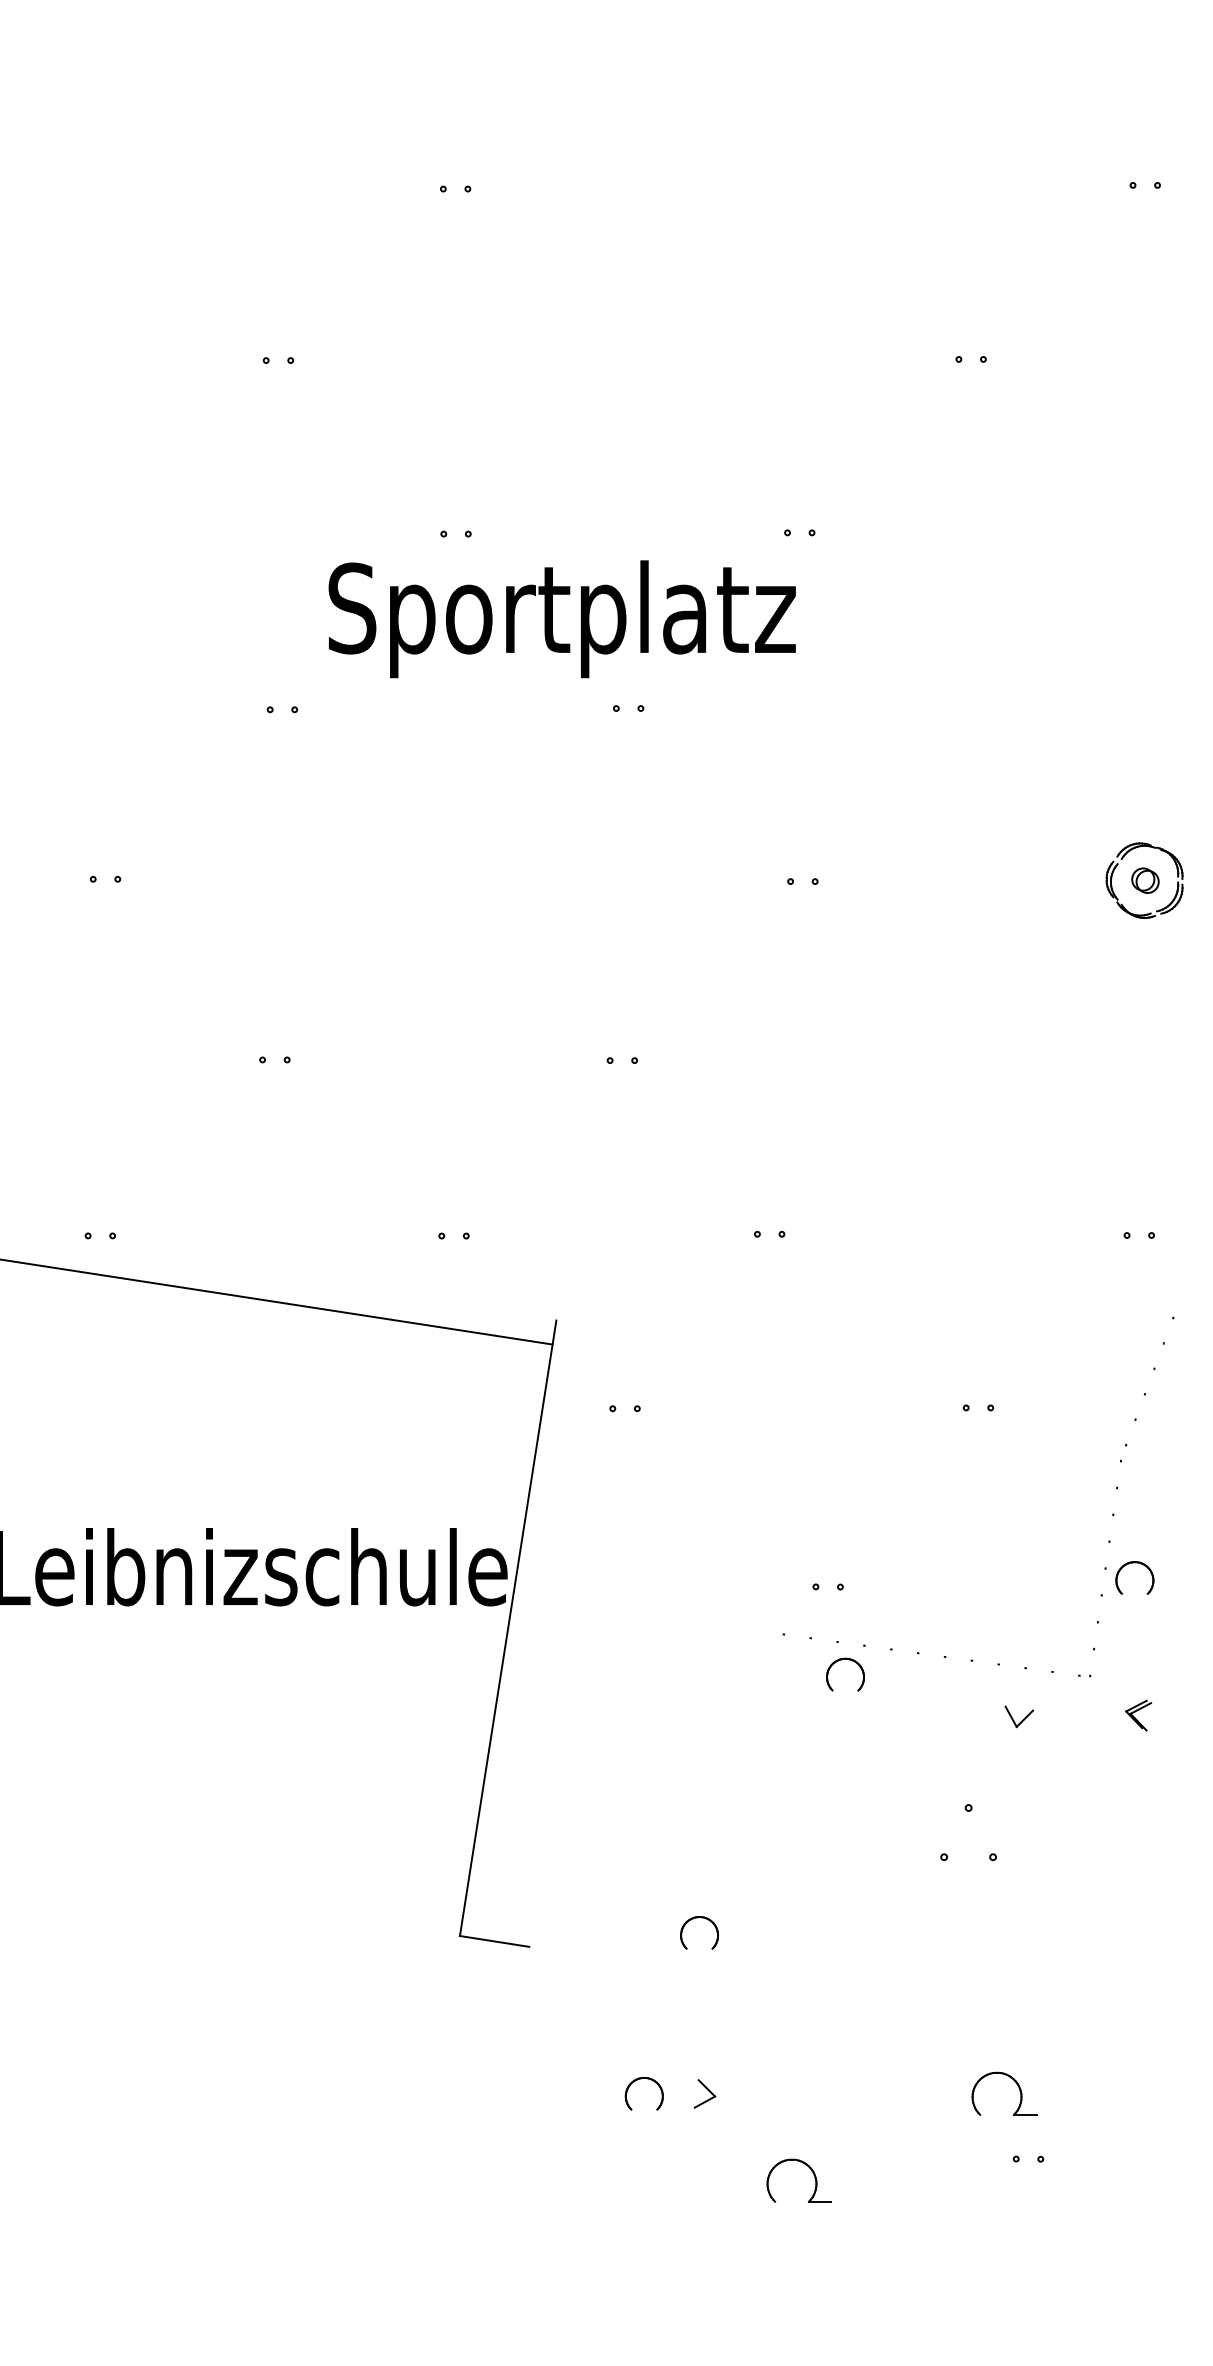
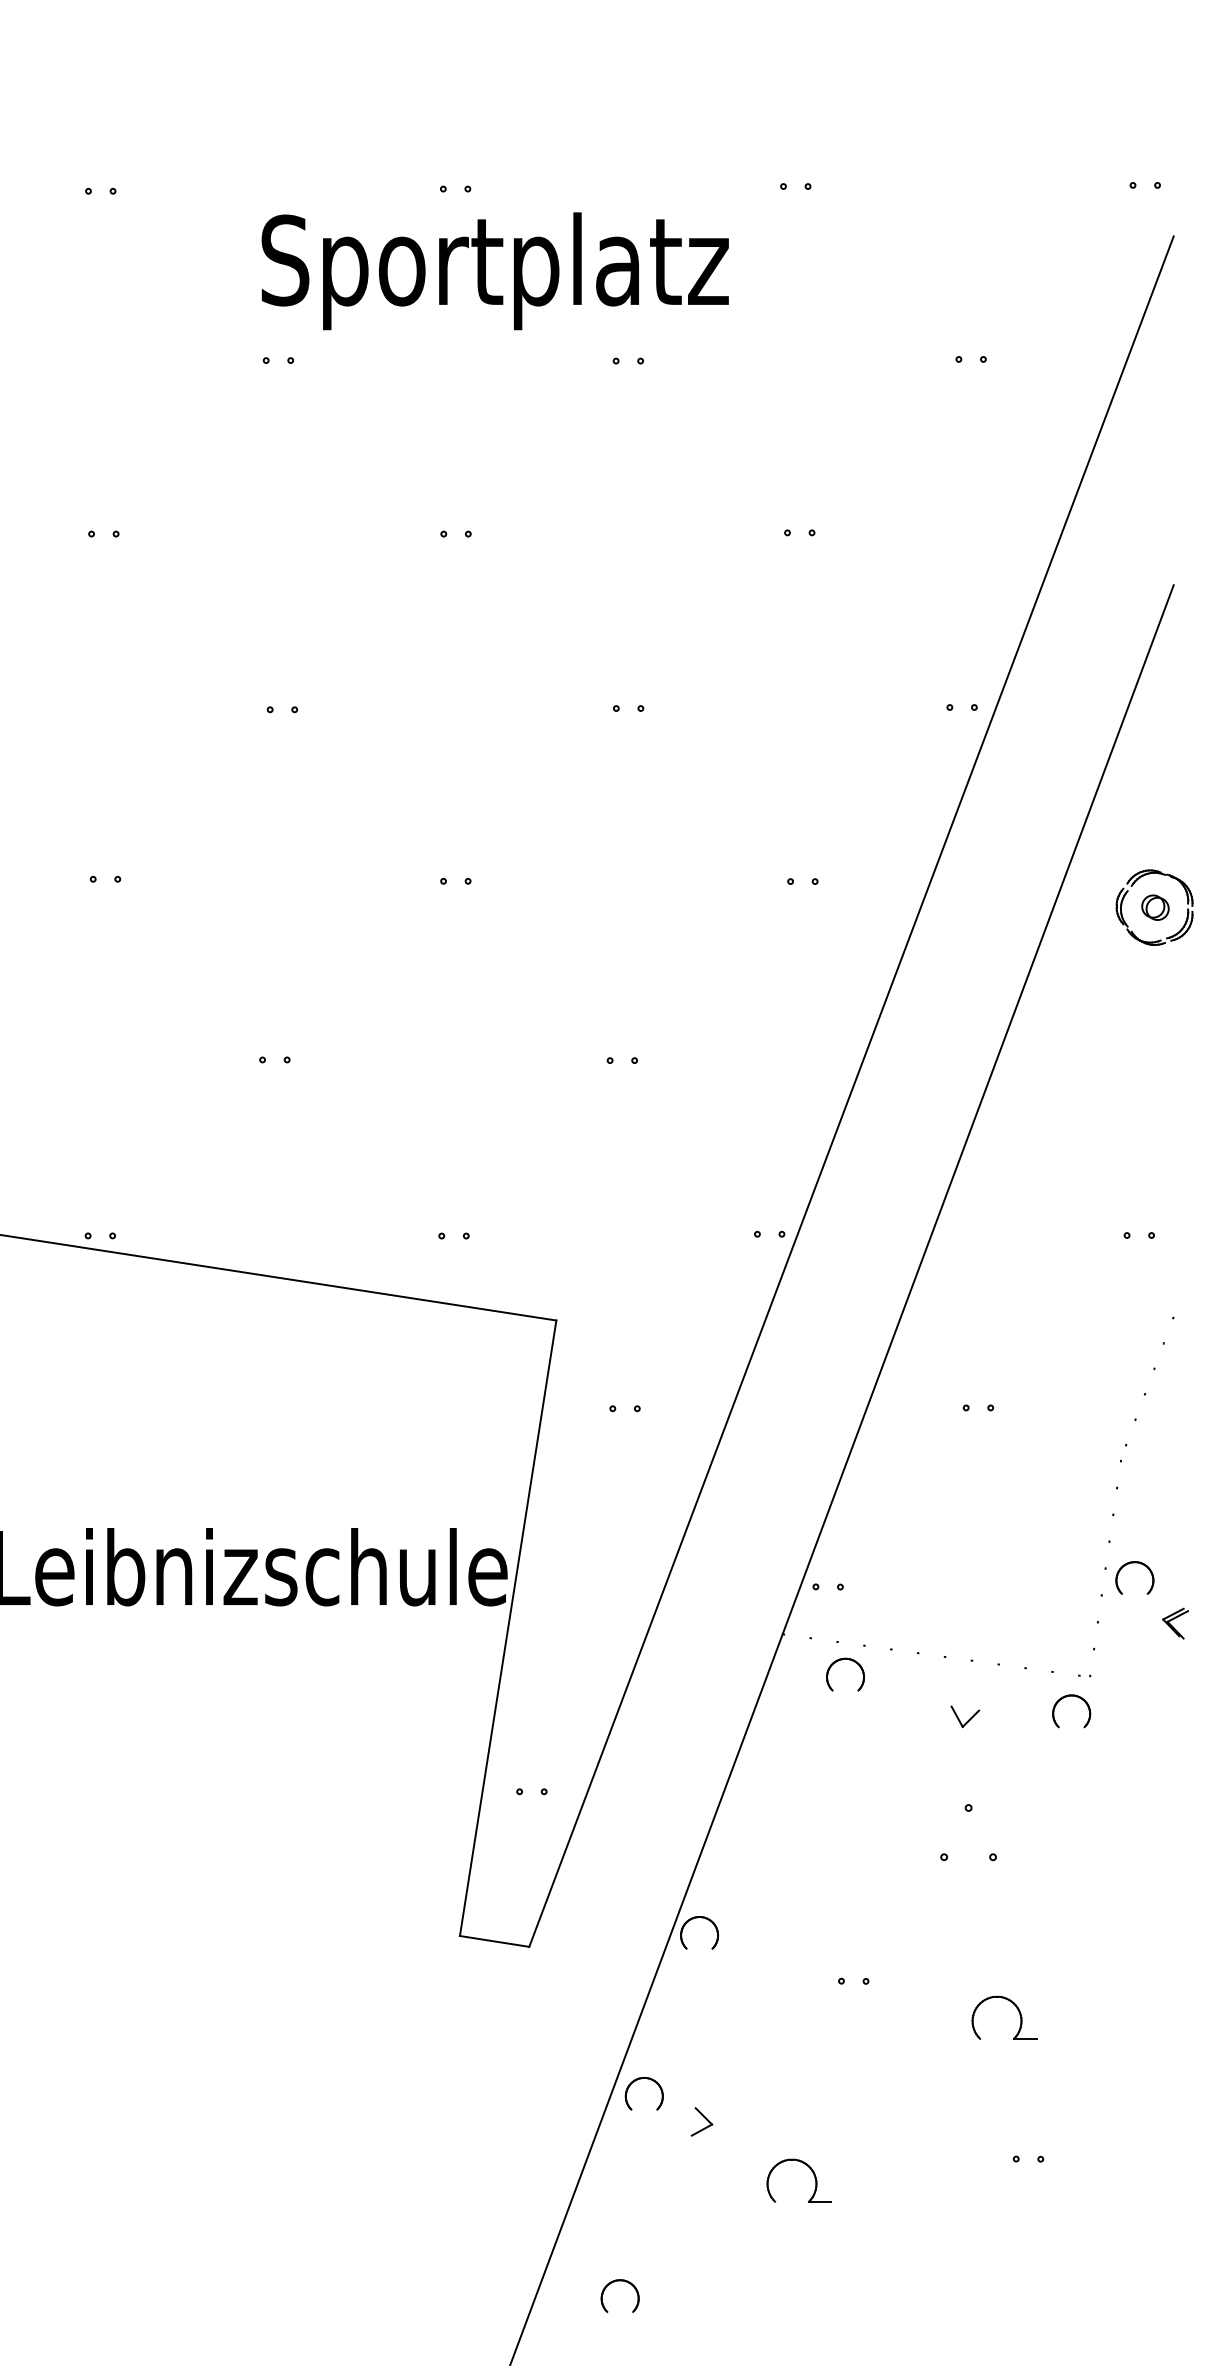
part at (786, 186): none -> present
part at (91, 190): none -> present
part at (619, 360): none -> present
part at (94, 533): none -> present
text at (561, 619) position: (561, 619) -> (494, 271)
part at (953, 707): none -> present
part at (1144, 880) position: (1144, 880) -> (1154, 907)
part at (446, 881): none -> present
line at (851, 1091): none -> present
line at (277, 1301) position: (277, 1301) -> (279, 1277)
line at (842, 1473): none -> present
part at (1066, 1697): none -> present
part at (1138, 1715) position: (1138, 1715) -> (1175, 1623)
part at (1019, 1716) position: (1019, 1716) -> (965, 1716)
part at (522, 1791): none -> present
part at (844, 1980): none -> present
part at (1017, 2086) position: (1017, 2086) -> (1017, 2010)
part at (704, 2093) position: (704, 2093) -> (701, 2121)
part at (614, 2282): none -> present
